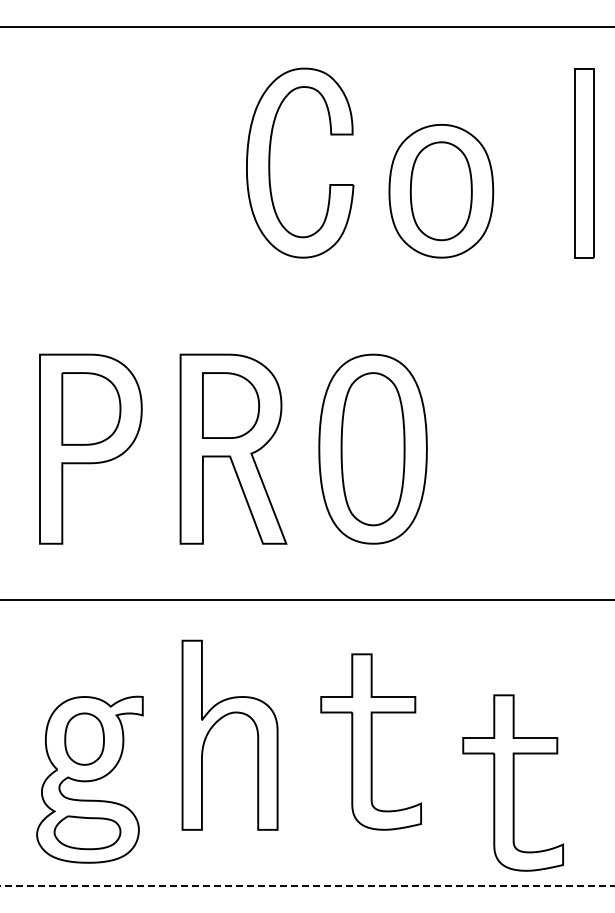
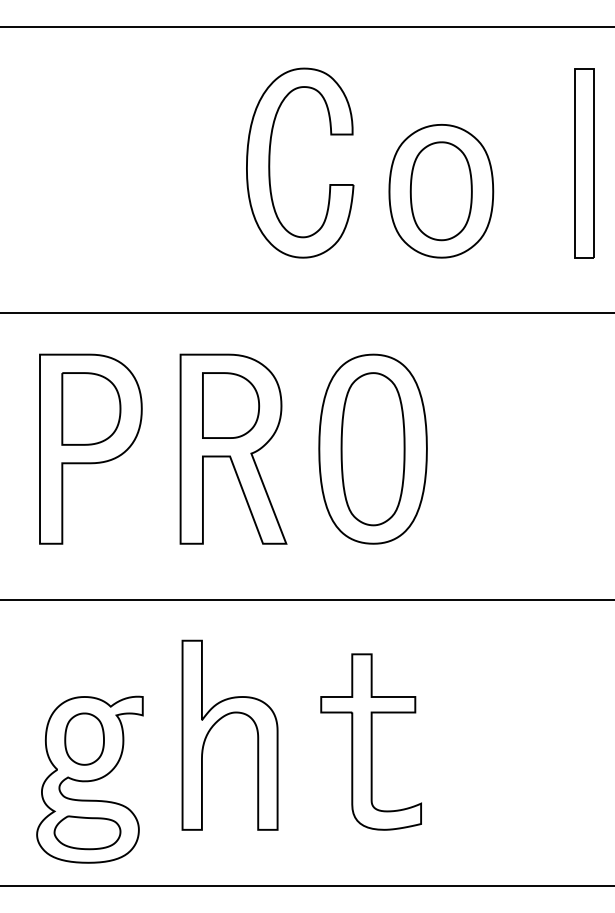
line at (306, 313): none -> present
part at (512, 782): present -> none
line at (307, 885): dashed -> solid
